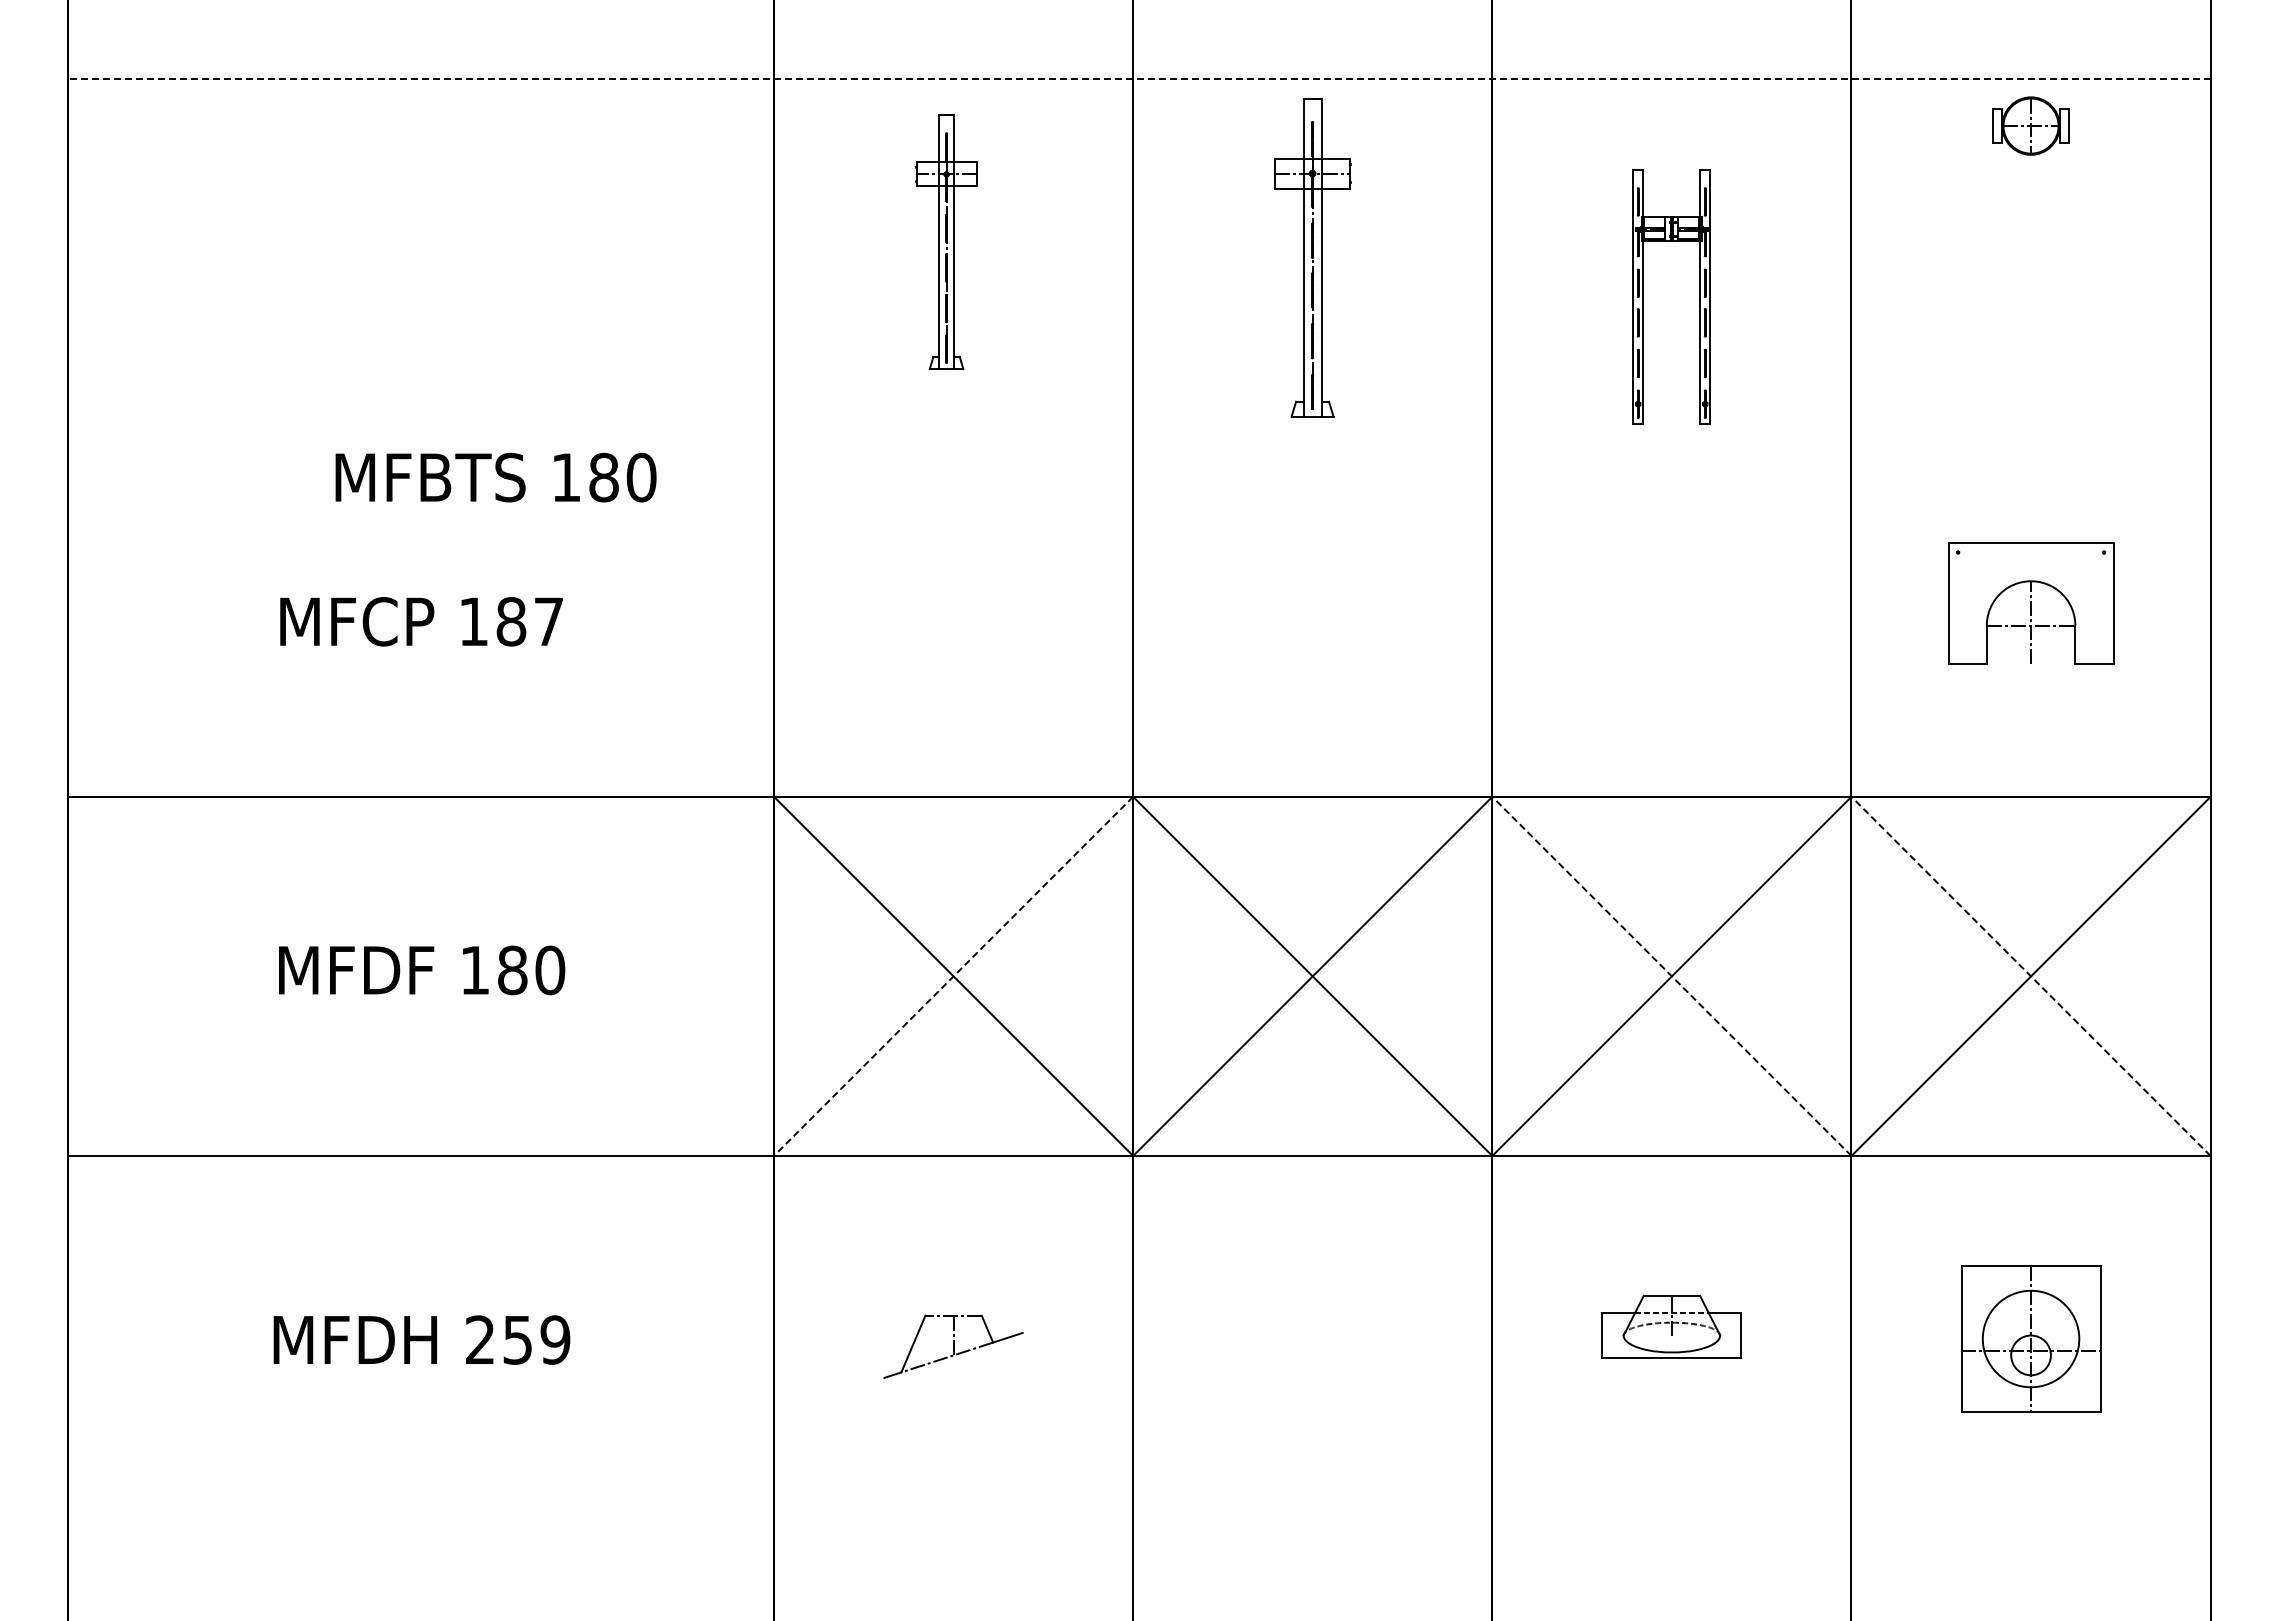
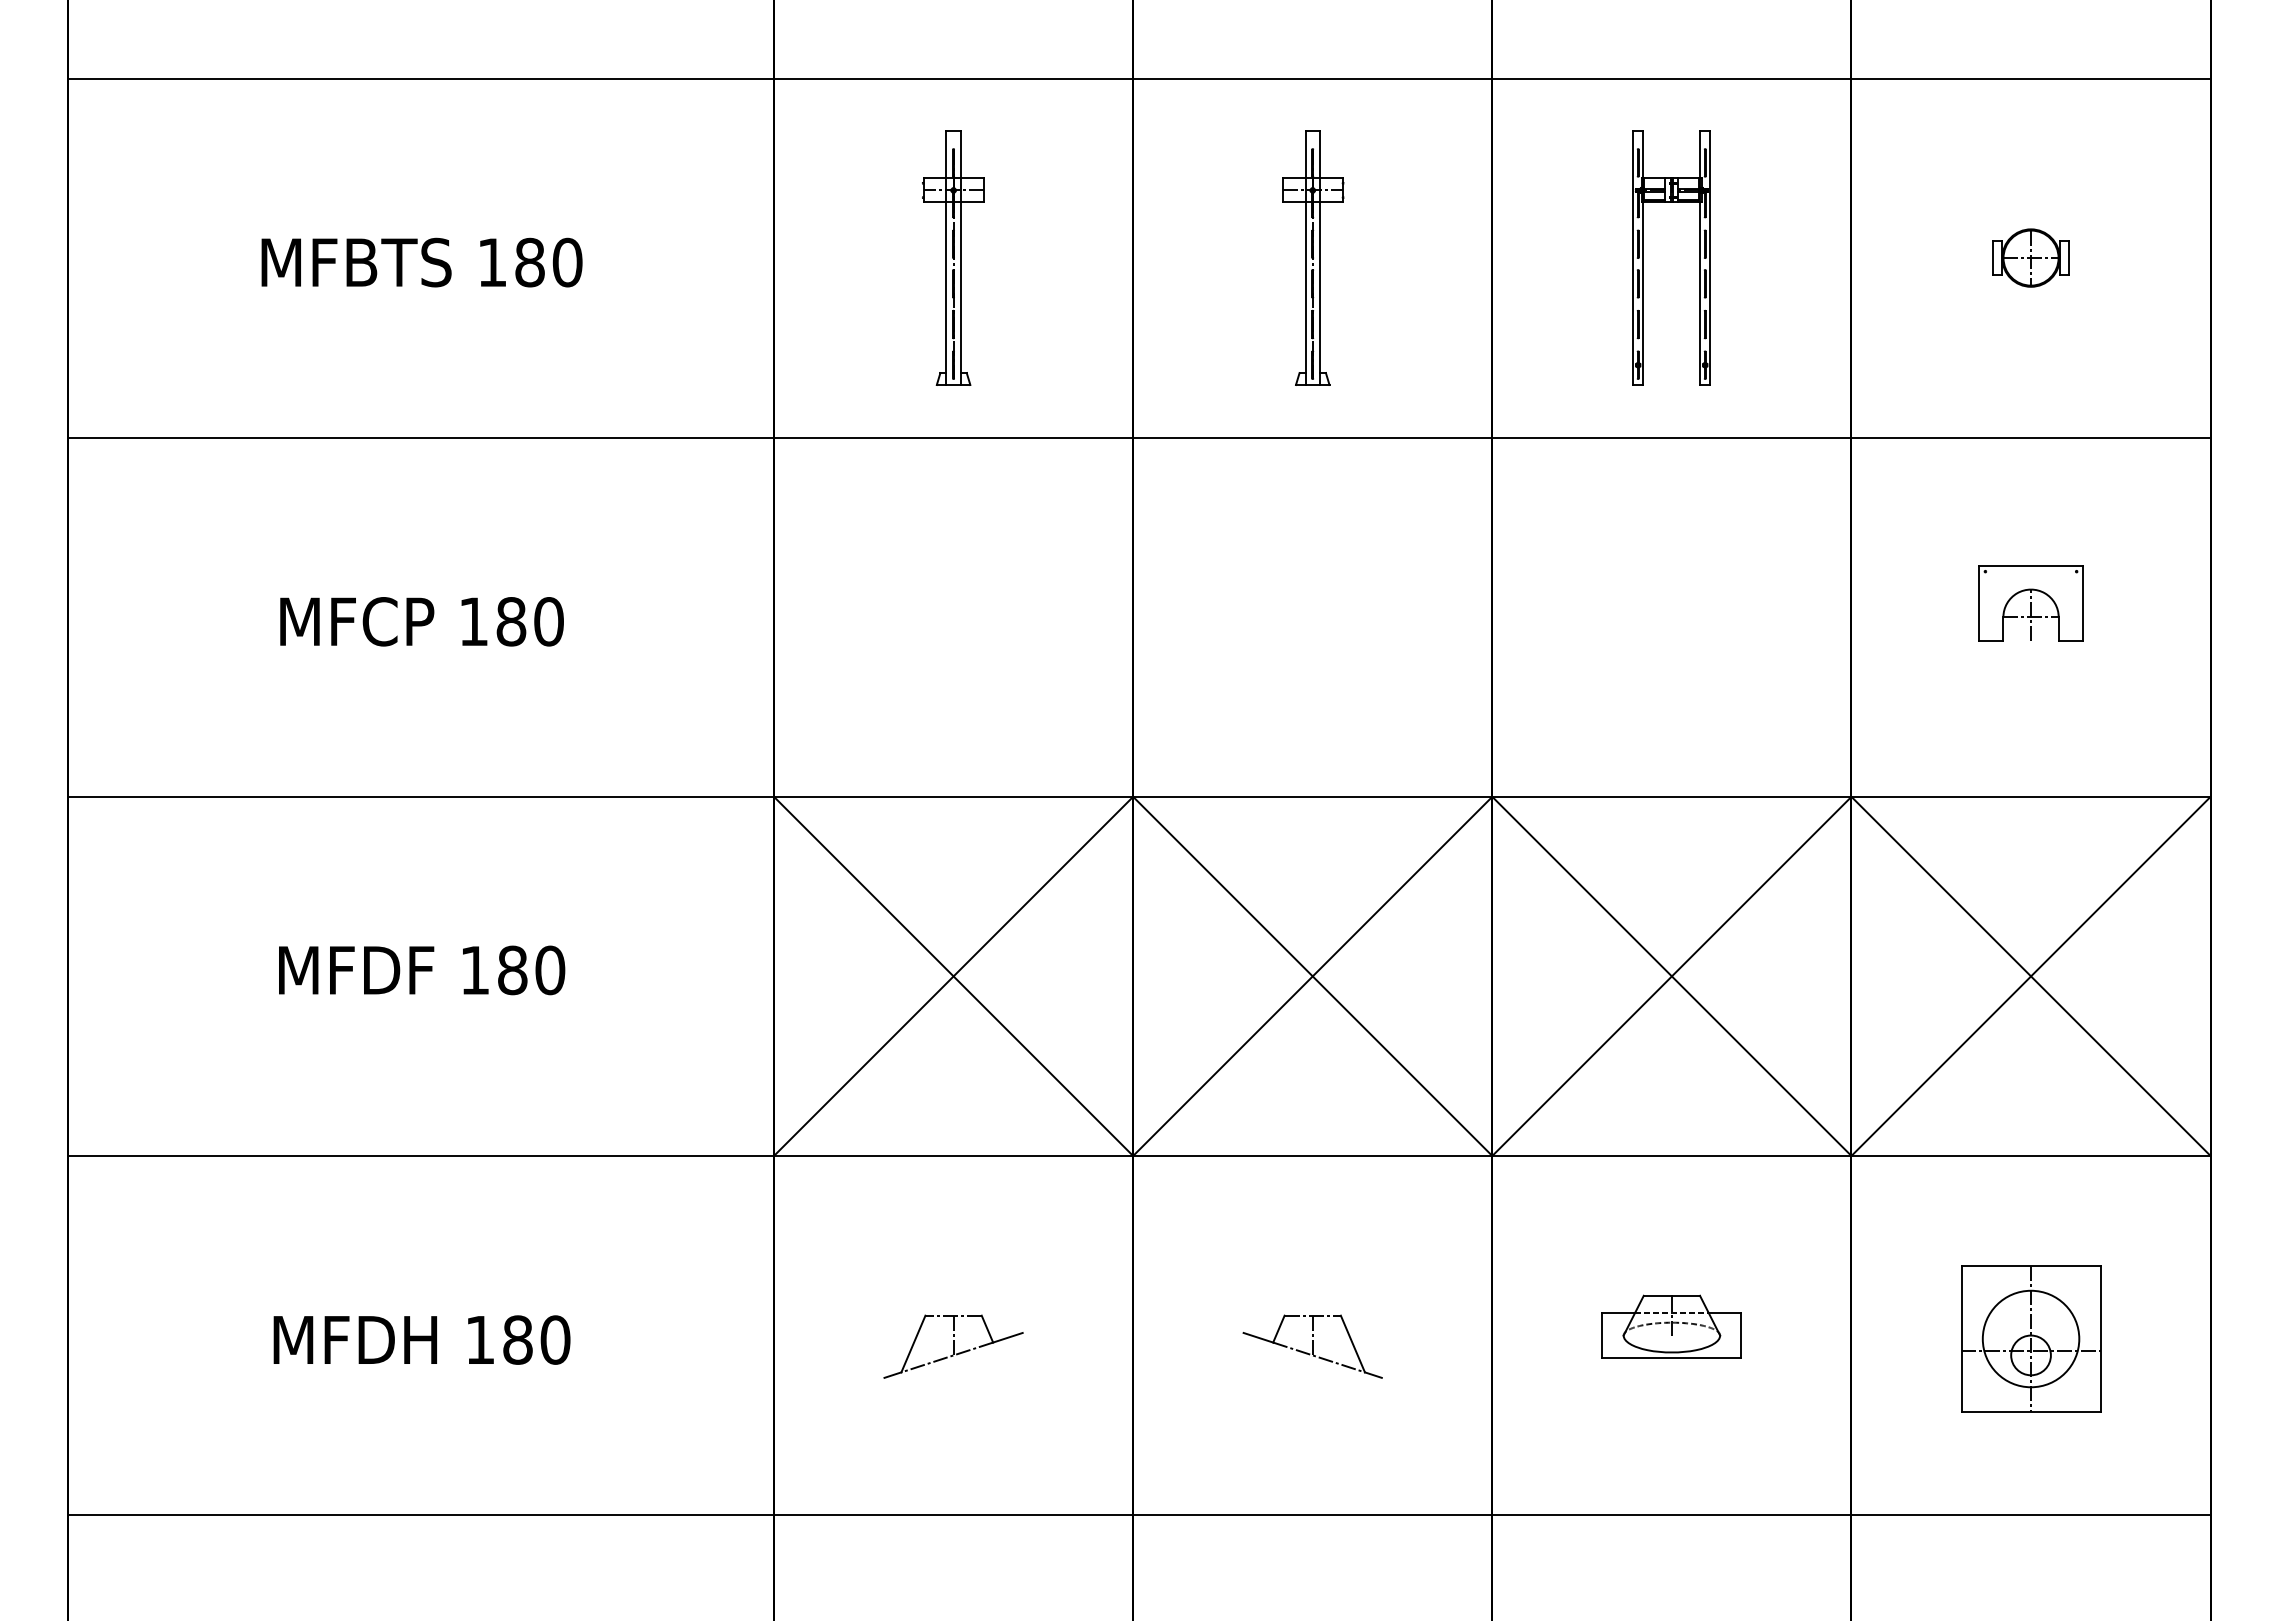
line at (1139, 78): dashed -> solid
part at (2030, 125) position: (2030, 125) -> (2030, 257)
part at (946, 241) position: (946, 241) -> (953, 257)
part at (1312, 257) size: 78x320 px -> 63x256 px
part at (1643, 296) position: (1643, 296) -> (1643, 257)
line at (1139, 437): none -> present
text at (495, 477) position: (495, 477) -> (421, 262)
part at (2031, 603) size: 167x123 px -> 106x77 px
text at (548, 621): 187 -> 180
line at (953, 976): dashed -> solid
line at (1671, 976): dashed -> solid
line at (2031, 976): dashed -> solid
text at (518, 1339): 259 -> 180
part at (1312, 1346): none -> present
line at (1139, 1515): none -> present
